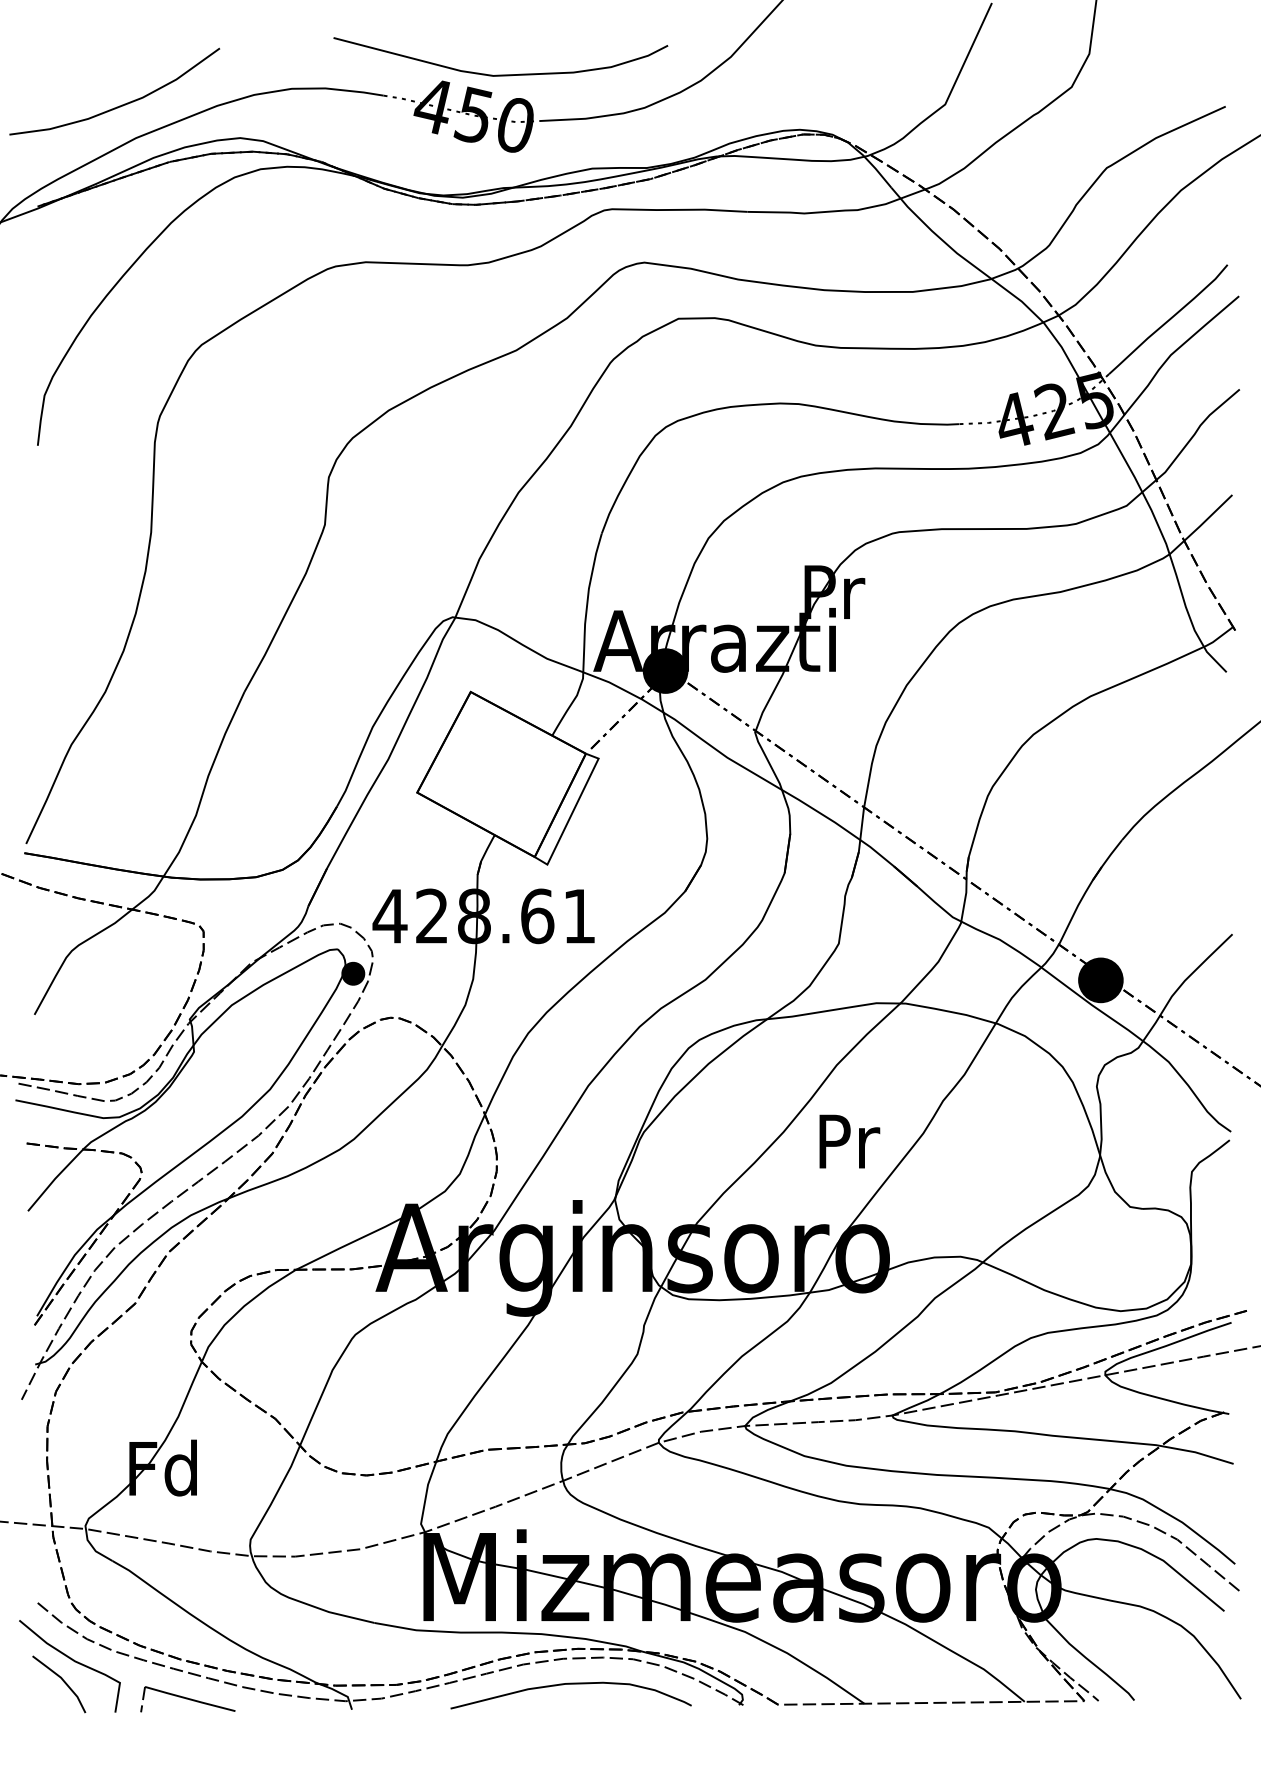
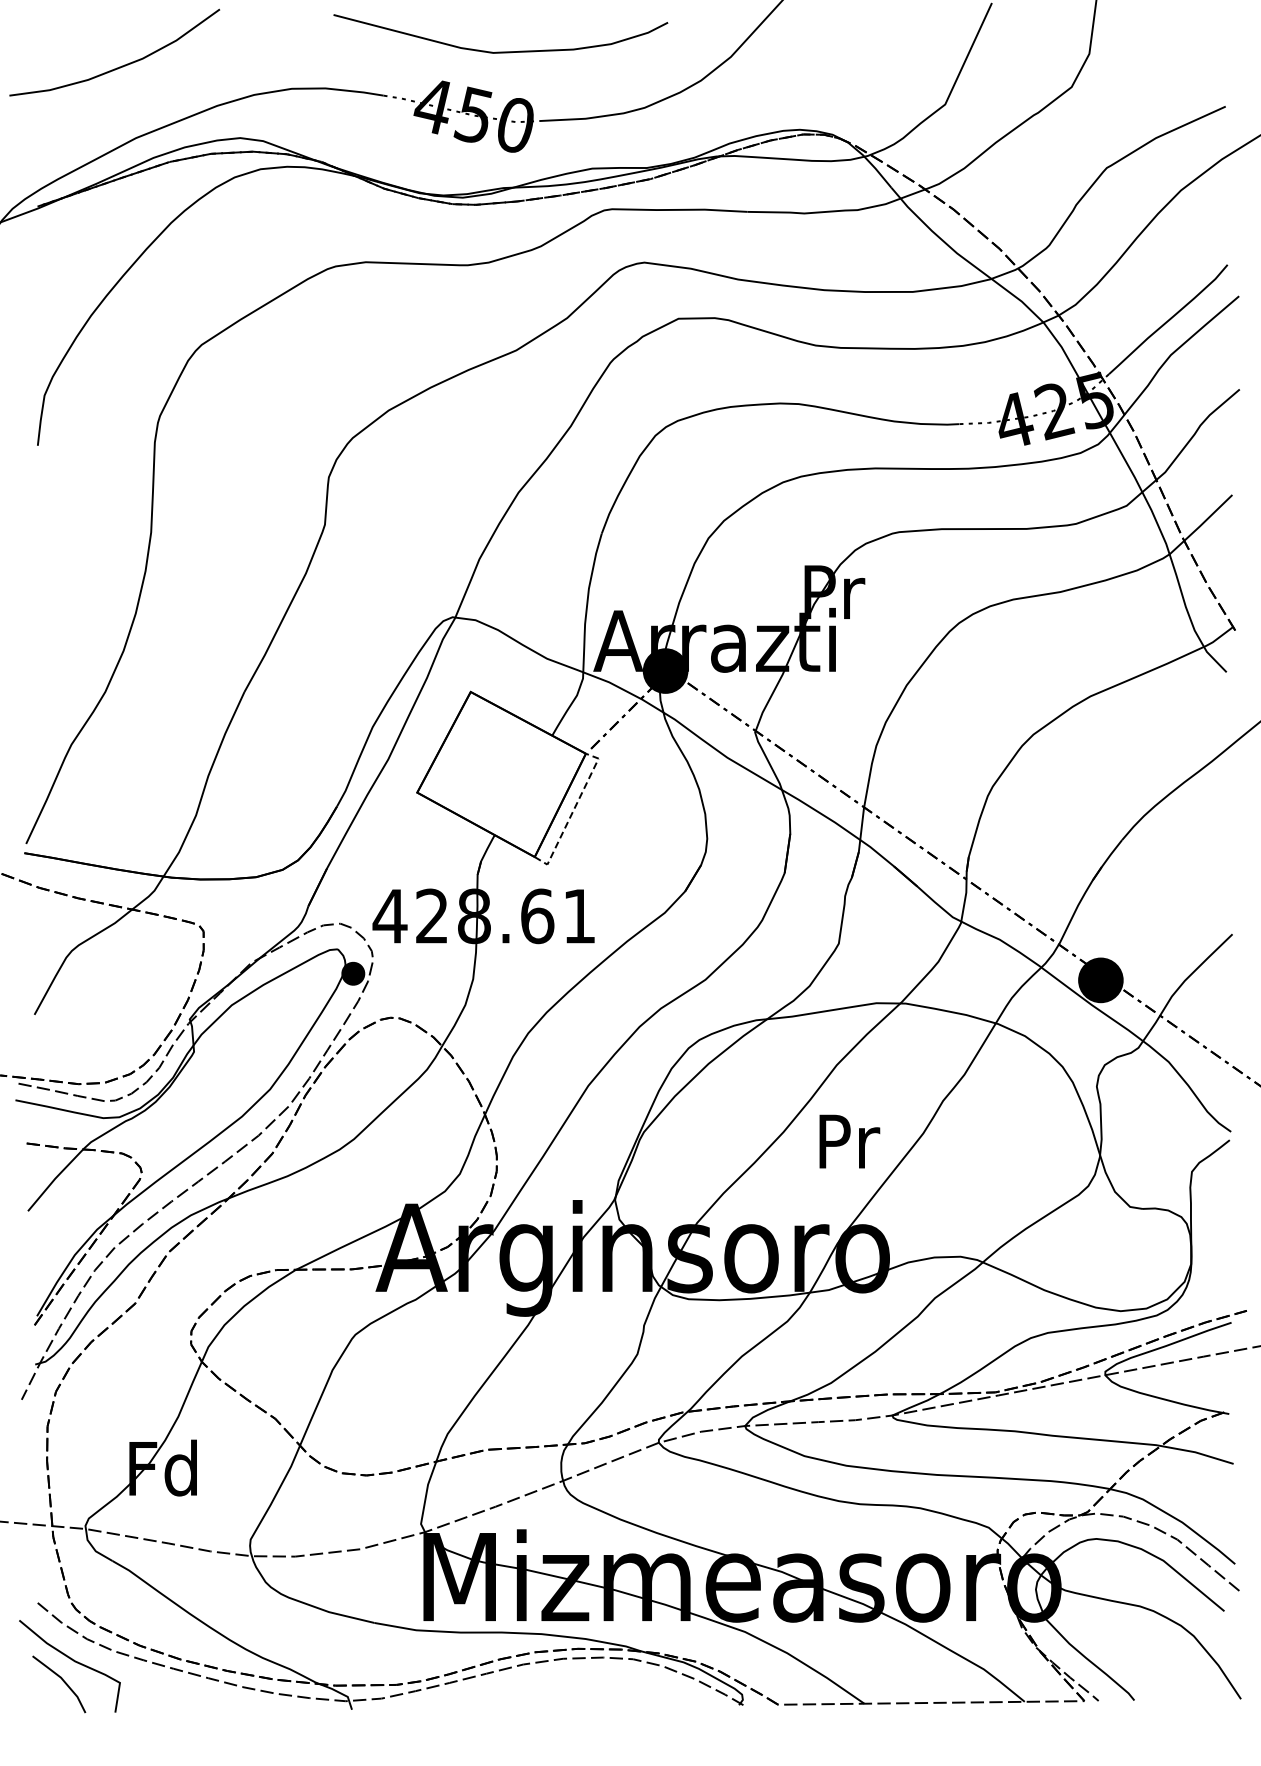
curve at (500, 74) position: (500, 74) -> (500, 51)
curve at (119, 105) position: (119, 105) -> (119, 66)
line at (573, 811): solid -> dashed
curve at (570, 1684): present -> none
part at (187, 1699): present -> none
